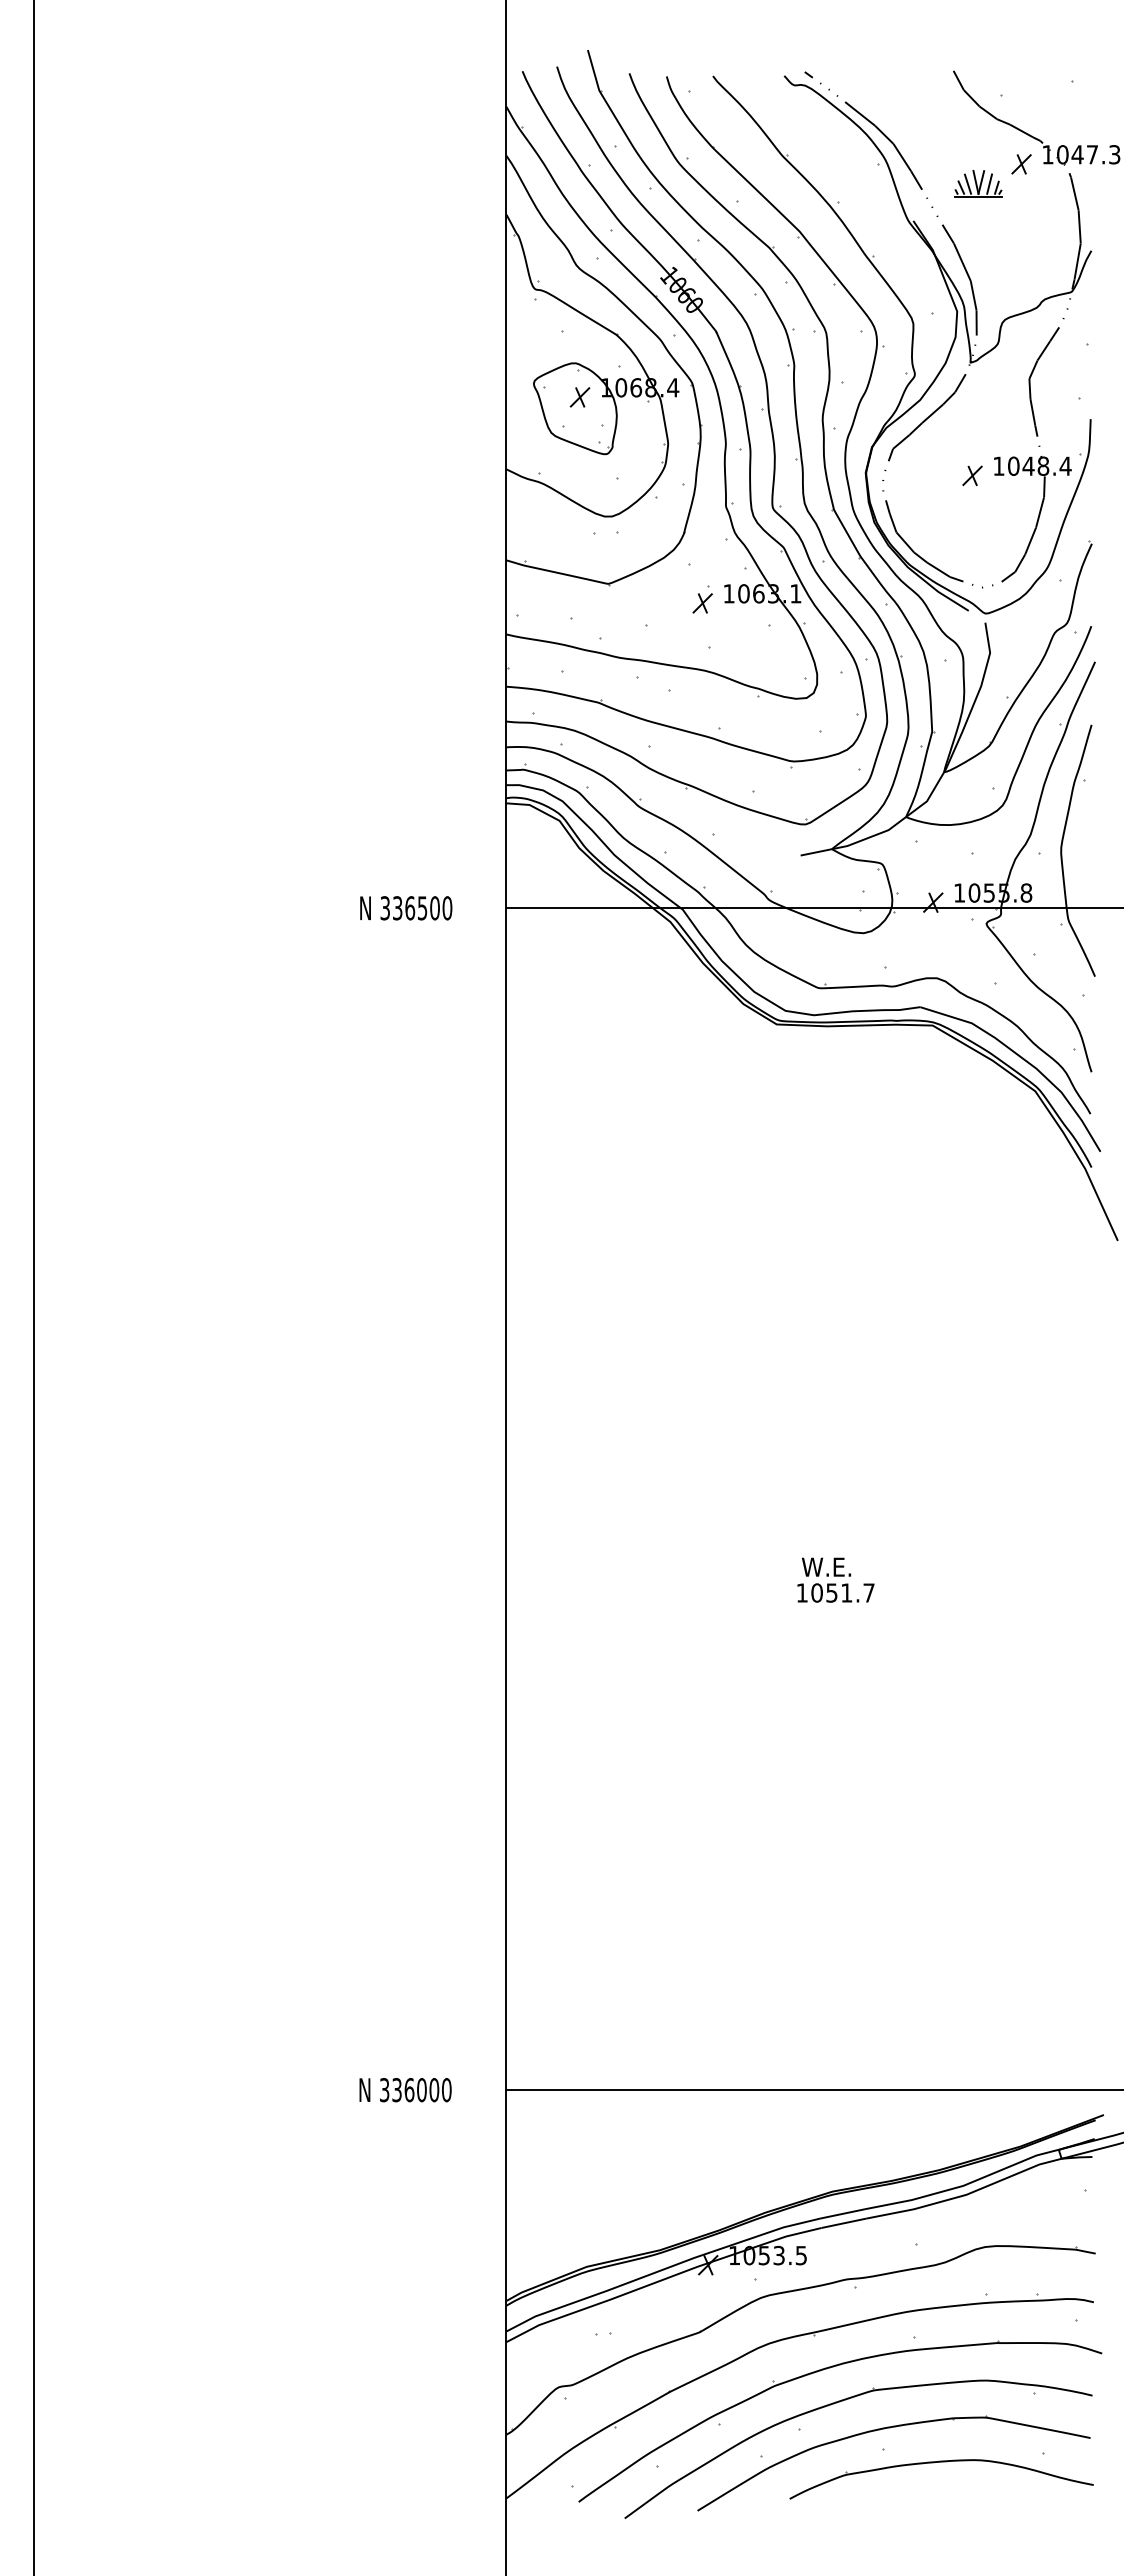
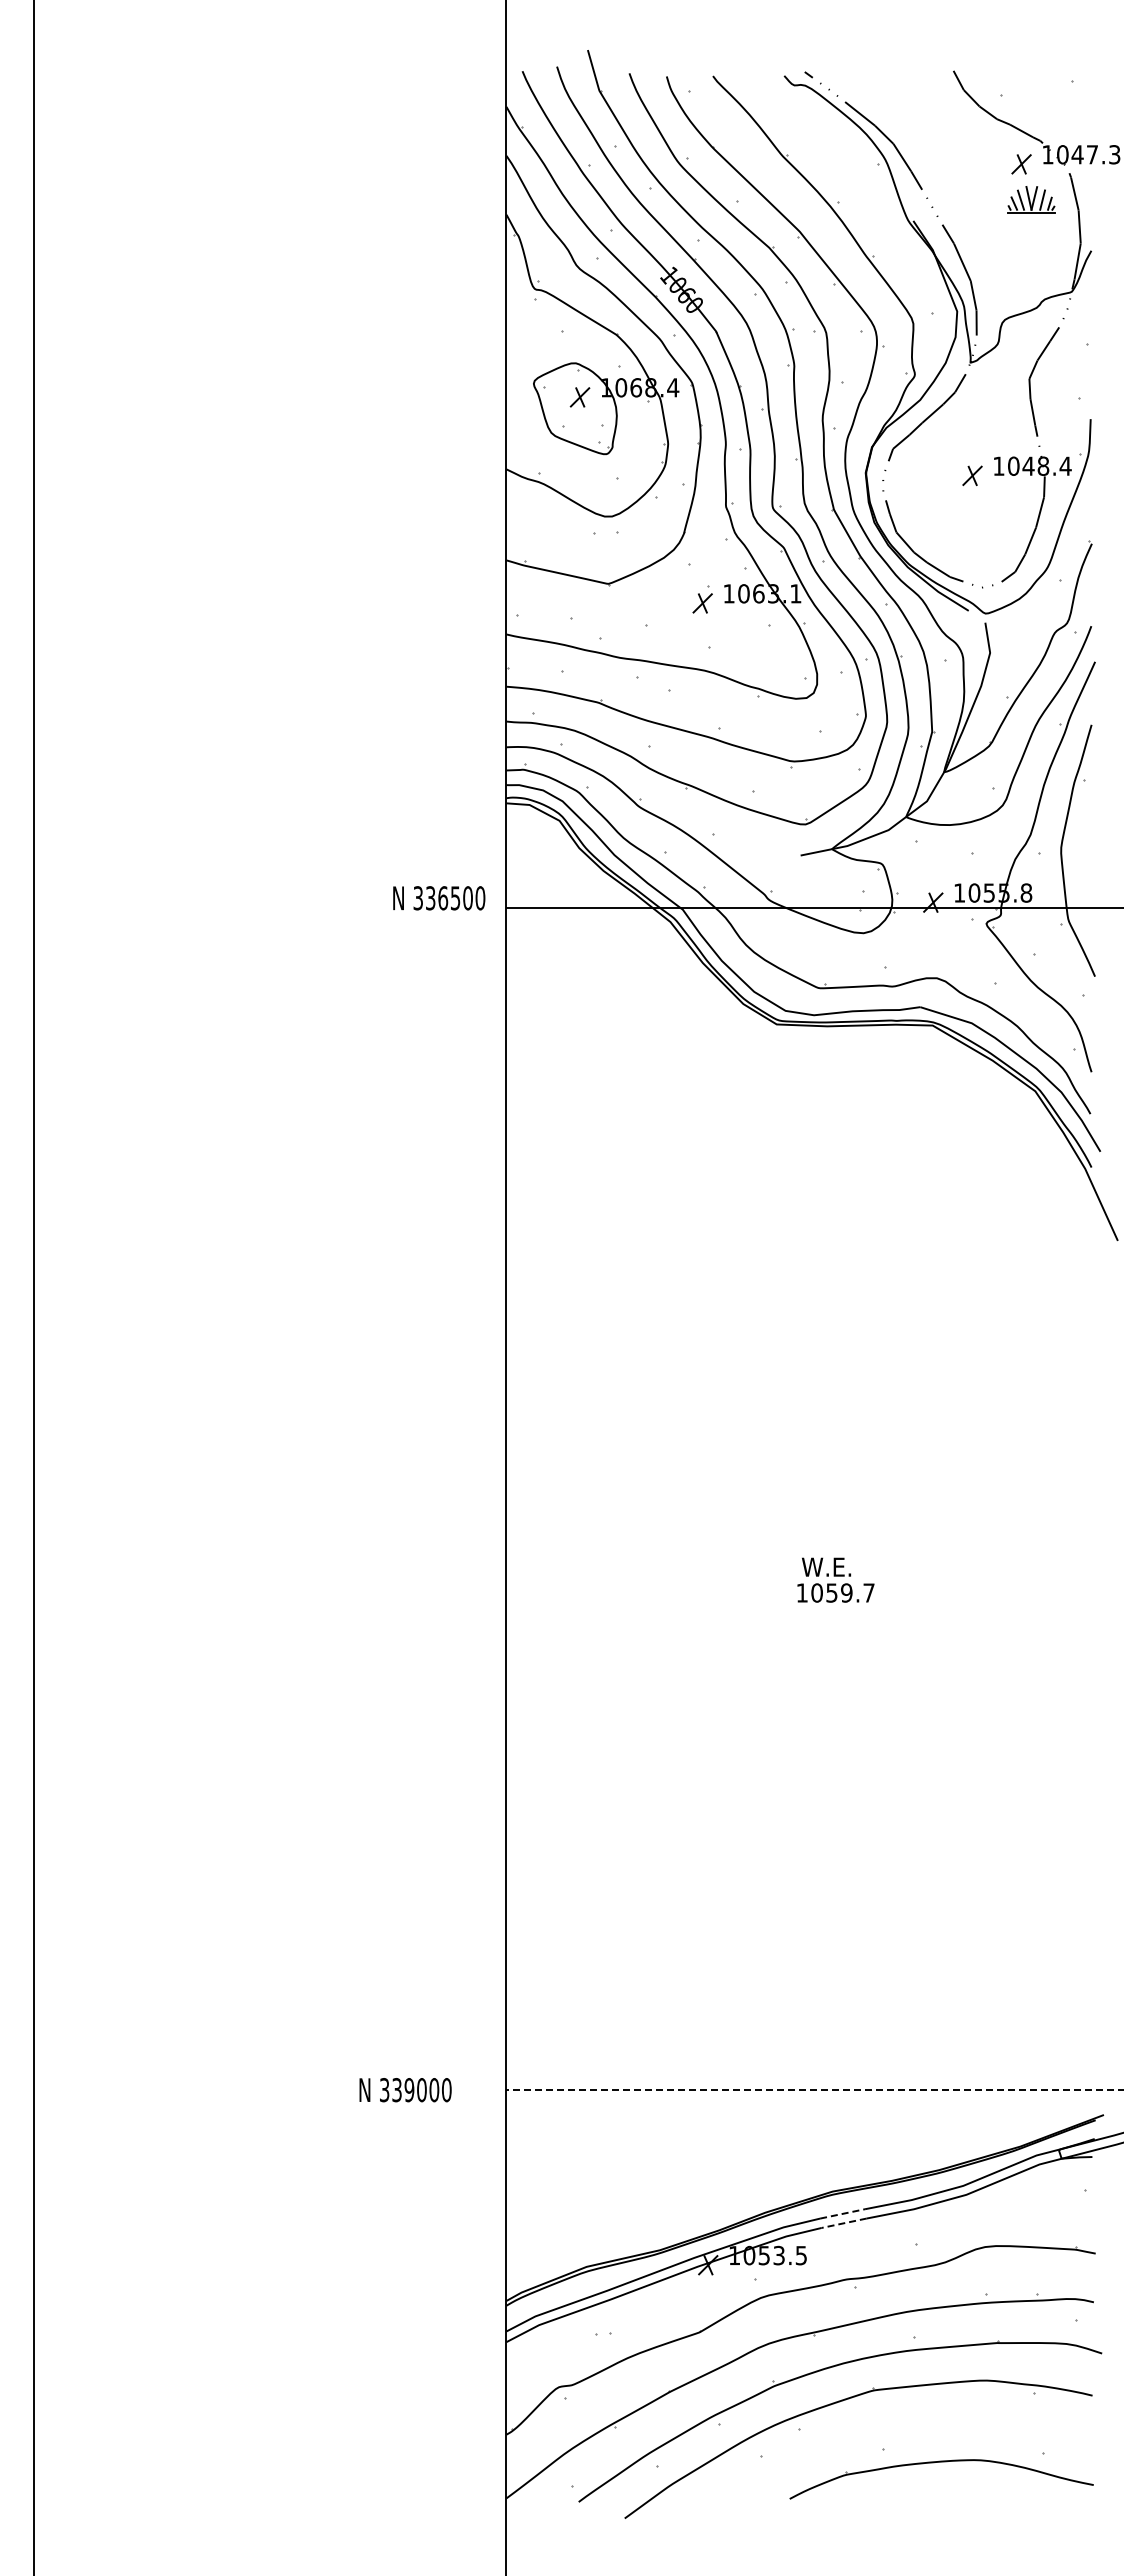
part at (978, 183) position: (978, 183) -> (1031, 199)
text at (406, 908) position: (406, 908) -> (439, 898)
text at (846, 1592): 1051.7 -> 1059.7
text at (409, 2090): 336000 -> 339000
line at (814, 2090): solid -> dashed
line at (842, 2213): solid -> dashed
line at (843, 2223): solid -> dashed
part at (890, 2428): present -> none
